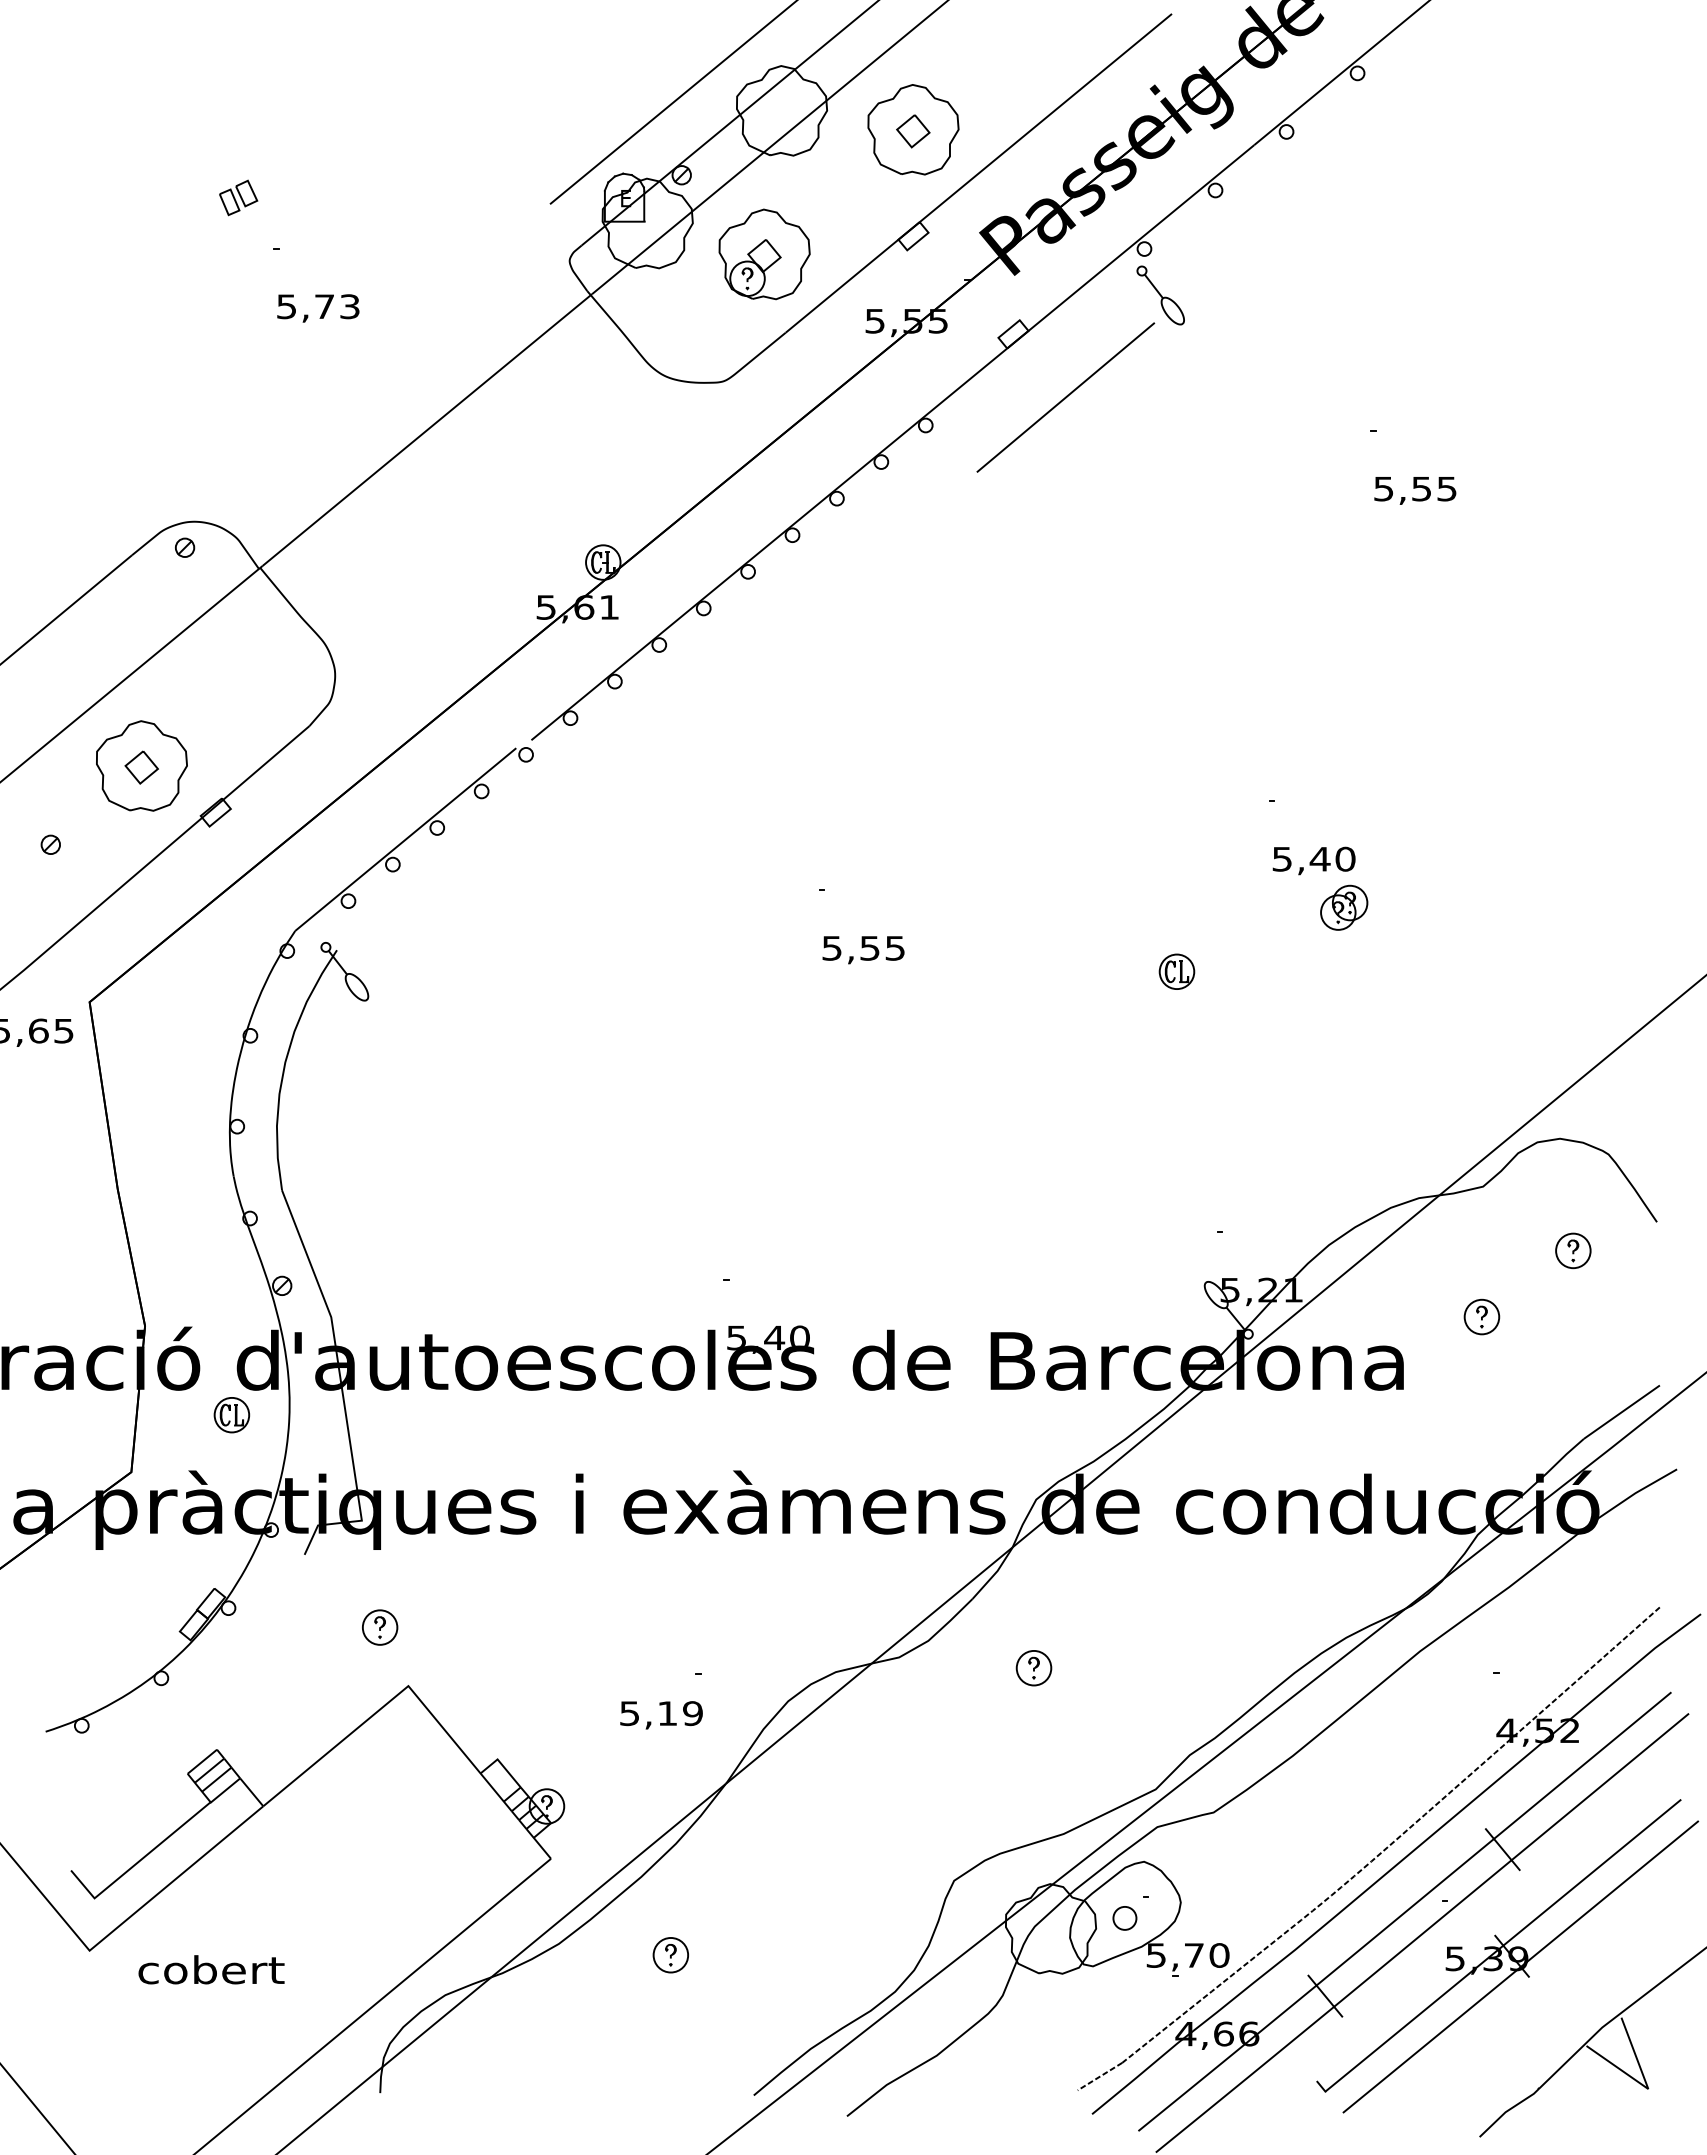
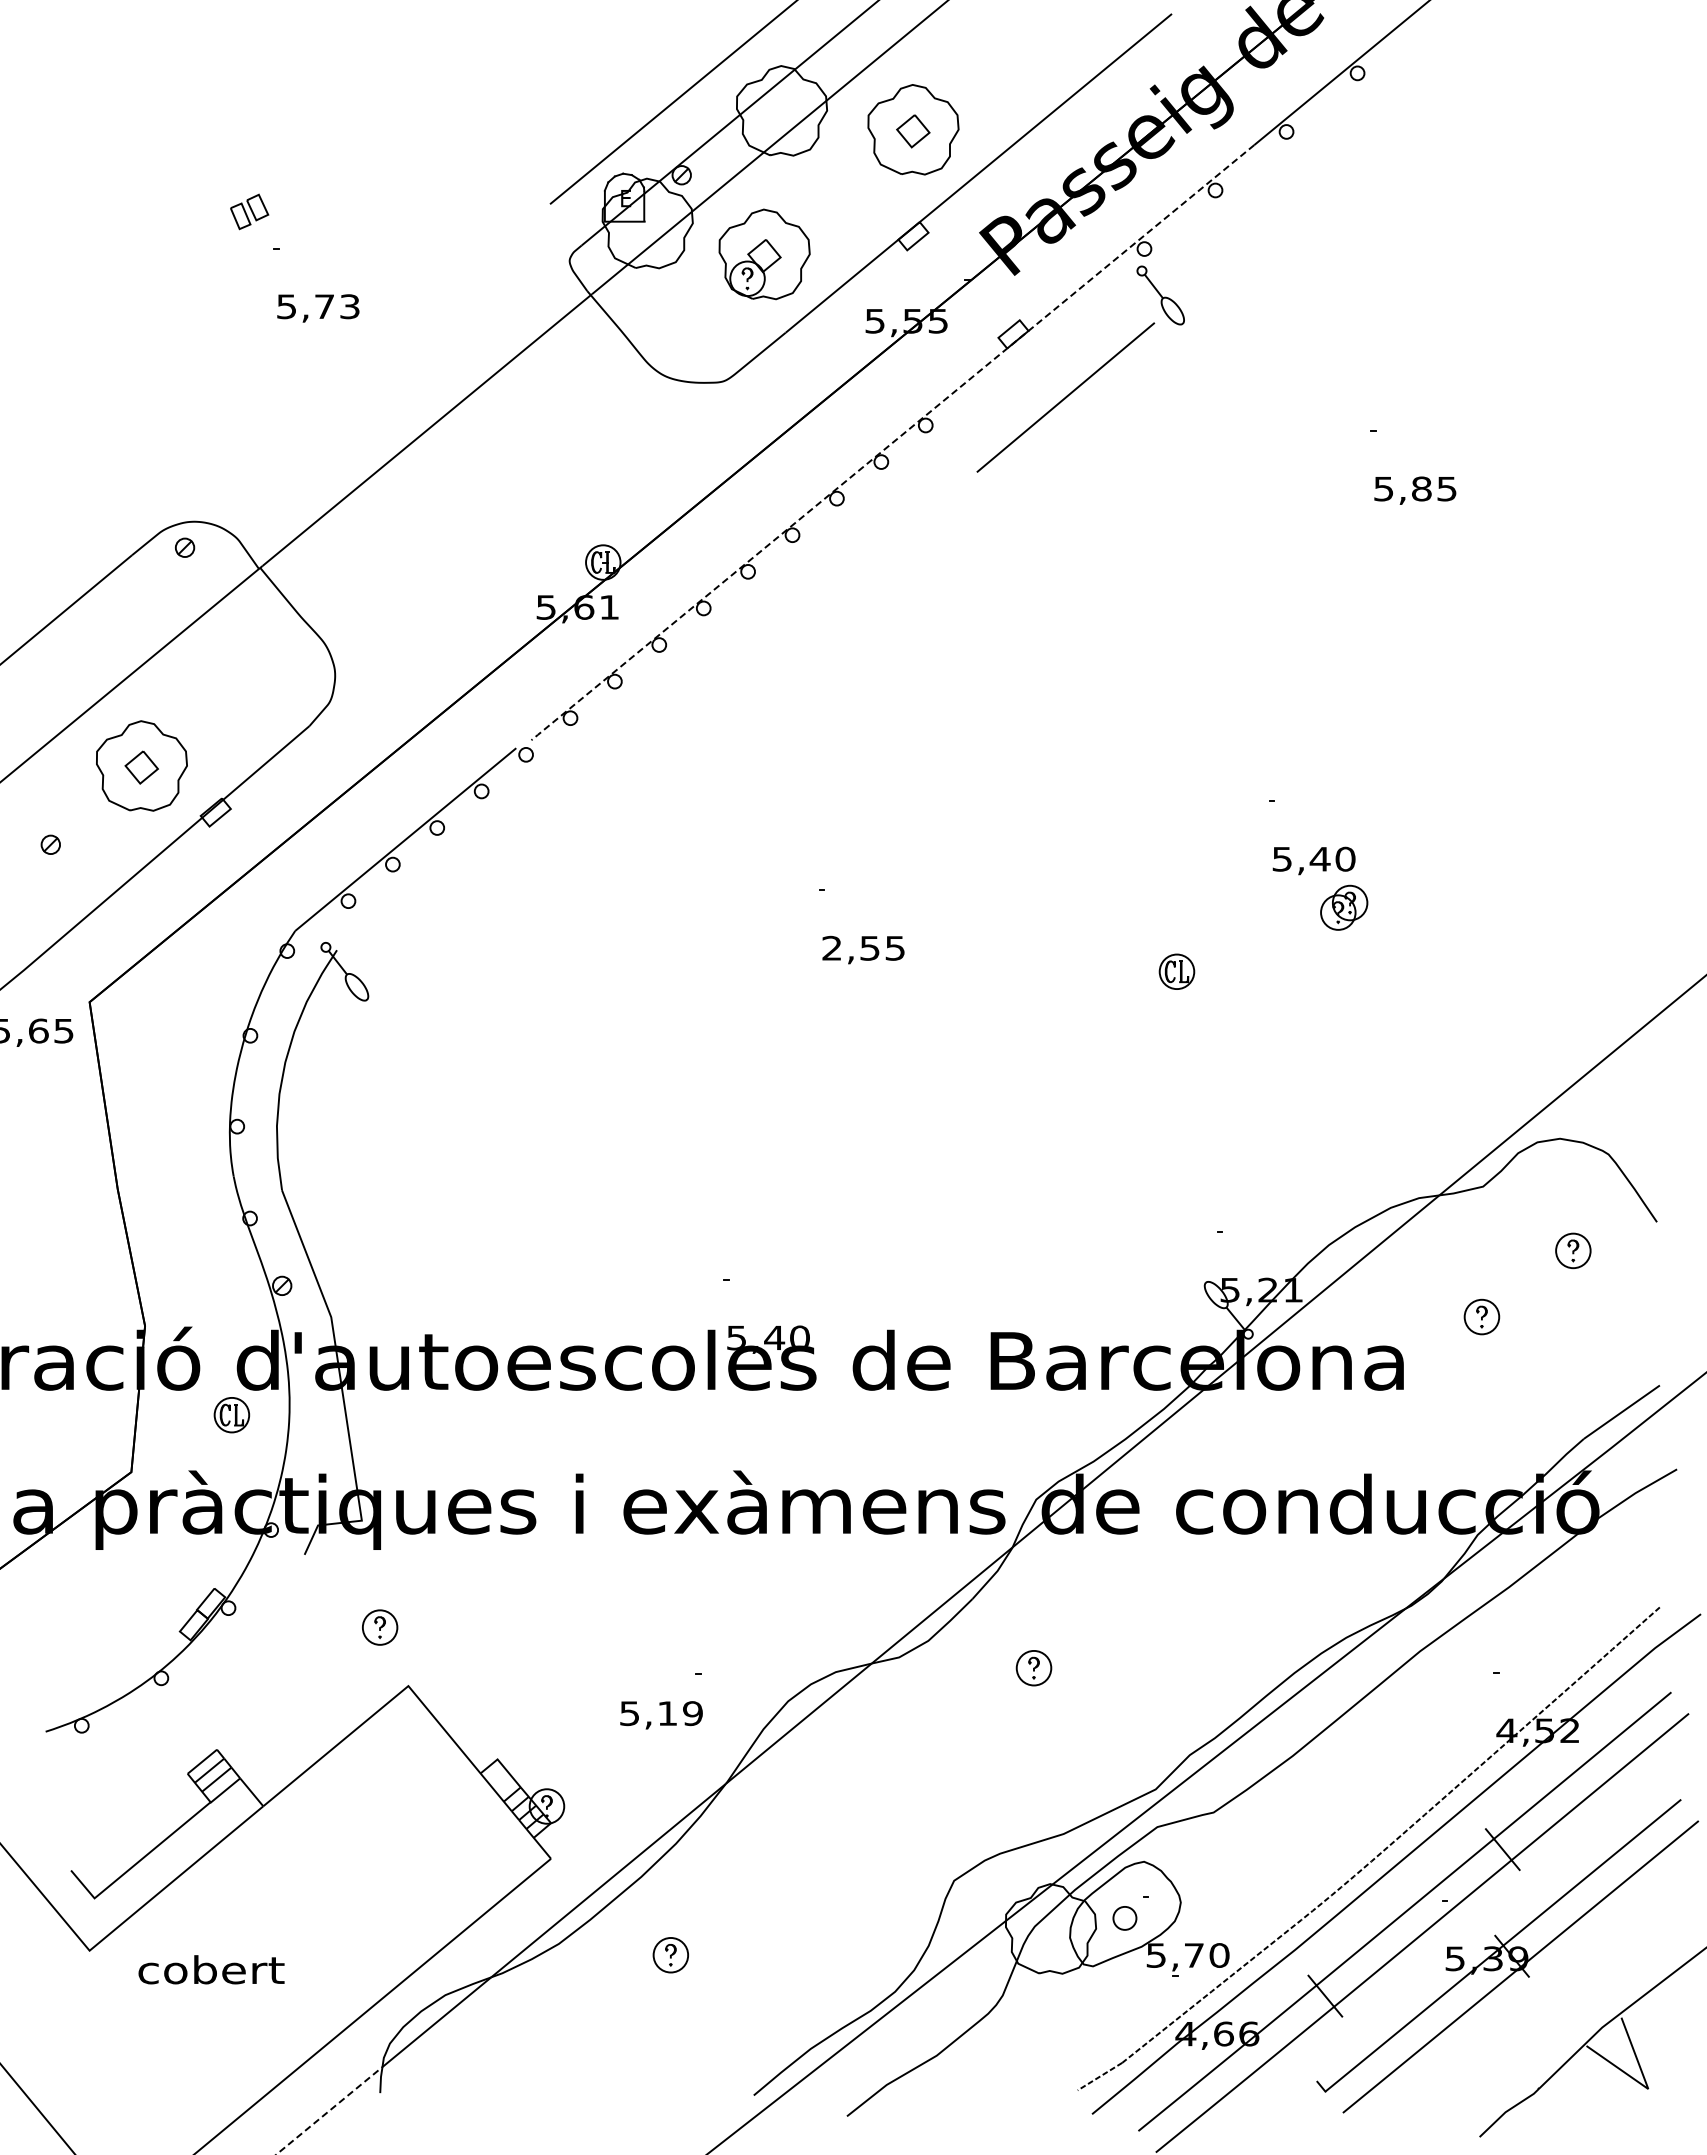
part at (238, 197) position: (238, 197) -> (249, 211)
line at (891, 443): solid -> dashed
text at (1421, 488): 5,55 -> 5,85
text at (831, 947): 5,55 -> 2,55
line at (329, 2110): solid -> dashed
